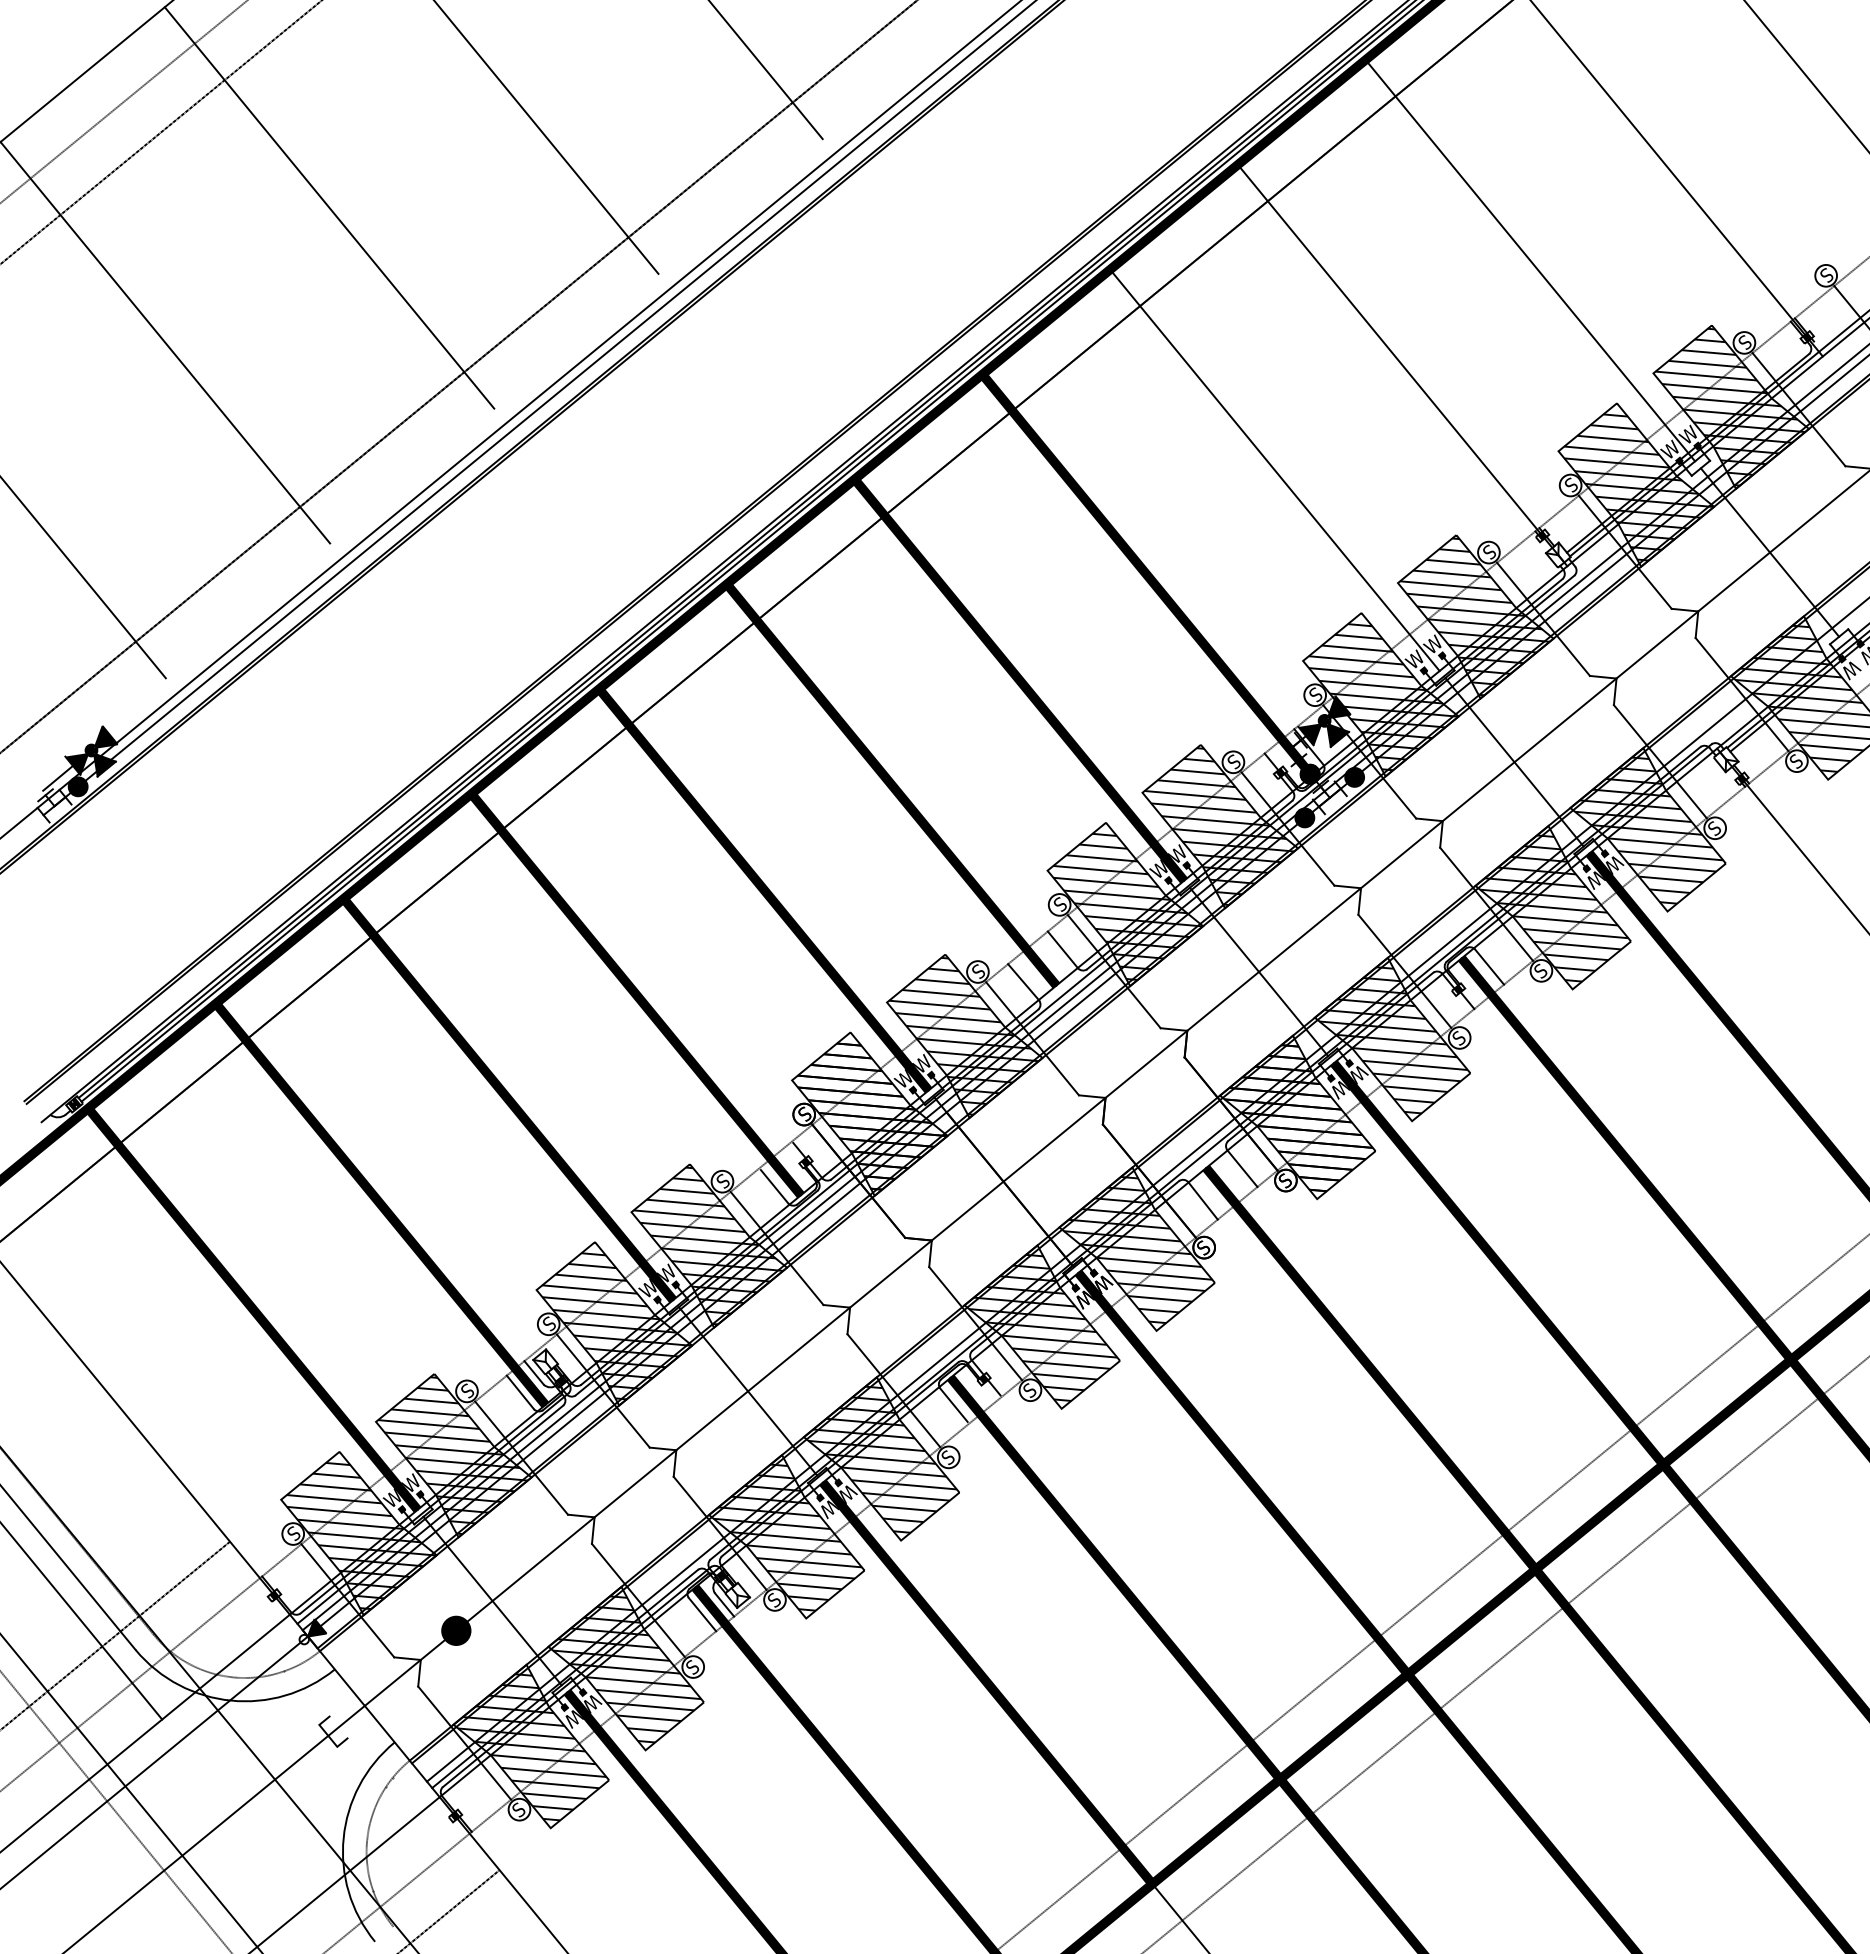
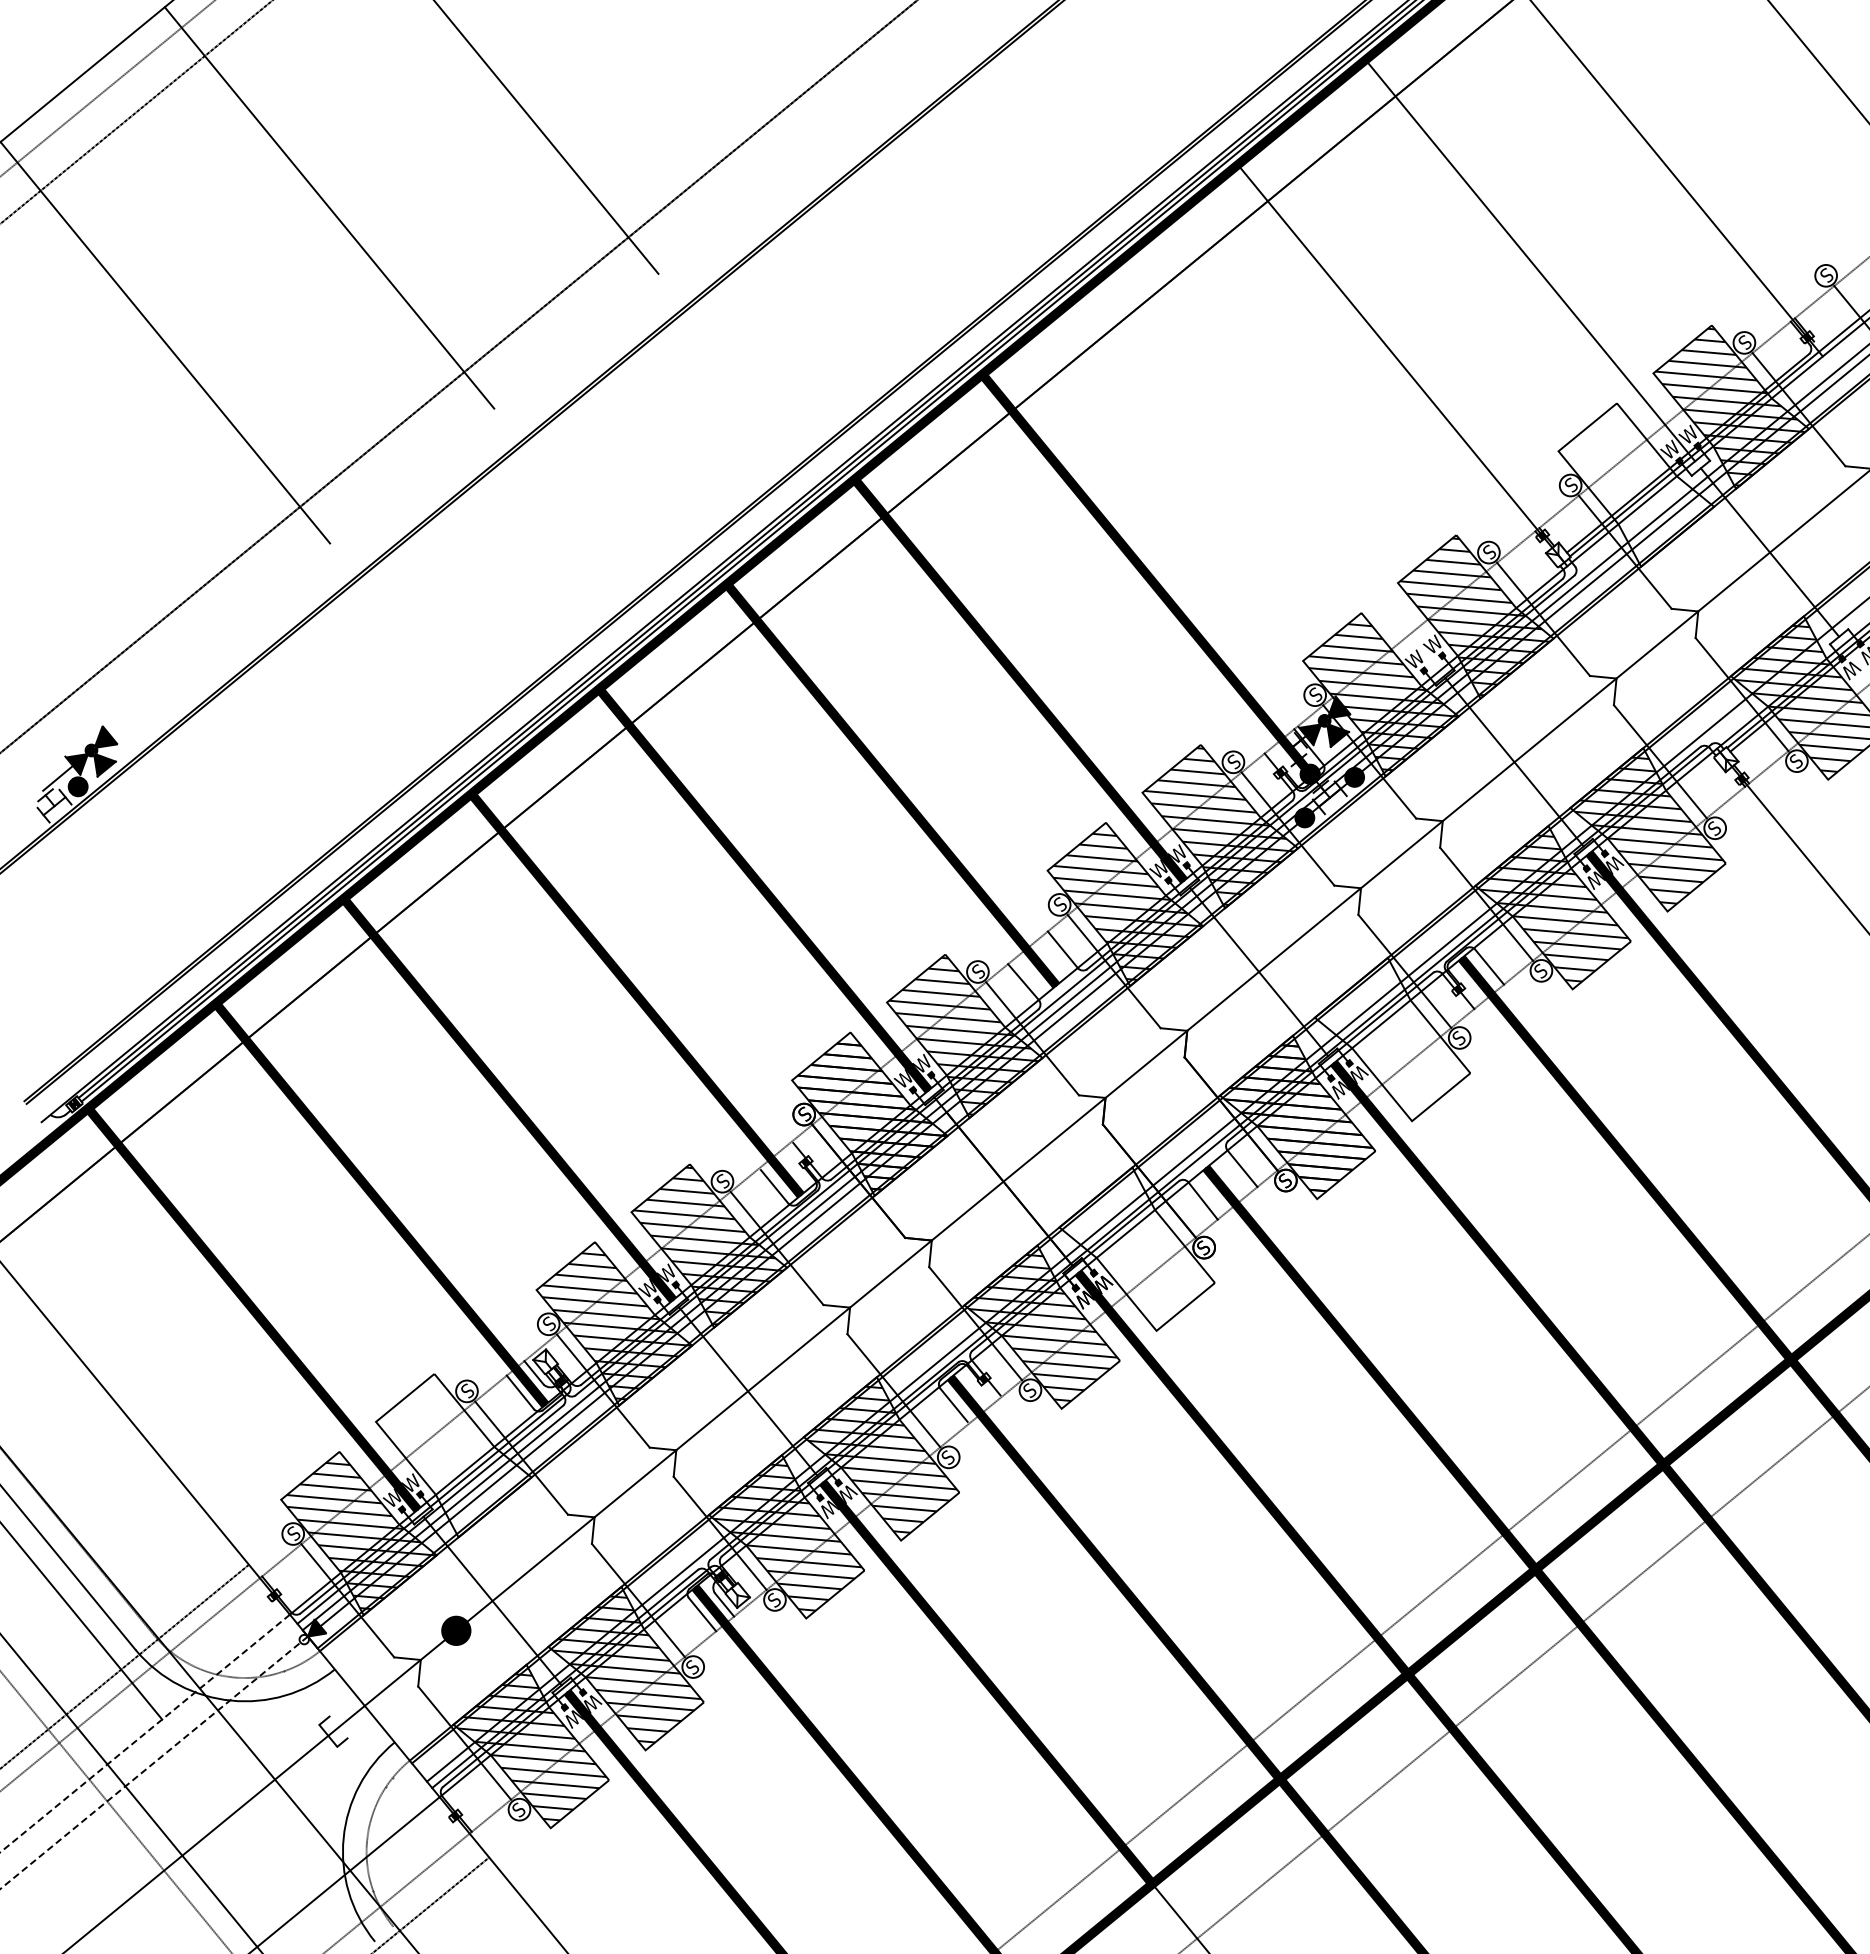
line at (766, 70): present -> none
line at (1806, 75) position: (1806, 75) -> (1817, 61)
line at (123, 101) position: (123, 101) -> (107, 88)
line at (160, 132) position: (160, 132) -> (136, 112)
line at (544, 404): present -> none
line at (510, 419): present -> none
line at (1274, 470): present -> none
hatch at (1638, 481): present -> none
line at (83, 578): present -> none
hatch at (1393, 1040): present -> none
hatch at (1138, 1249): present -> none
hatch at (452, 1455): present -> none
line at (116, 1634) position: (116, 1634) -> (125, 1665)
line at (1505, 1654) position: (1505, 1654) -> (1524, 1669)
line at (144, 1733): solid -> dashed
line at (154, 1762): solid -> dashed
line at (450, 1910) position: (450, 1910) -> (432, 1903)
